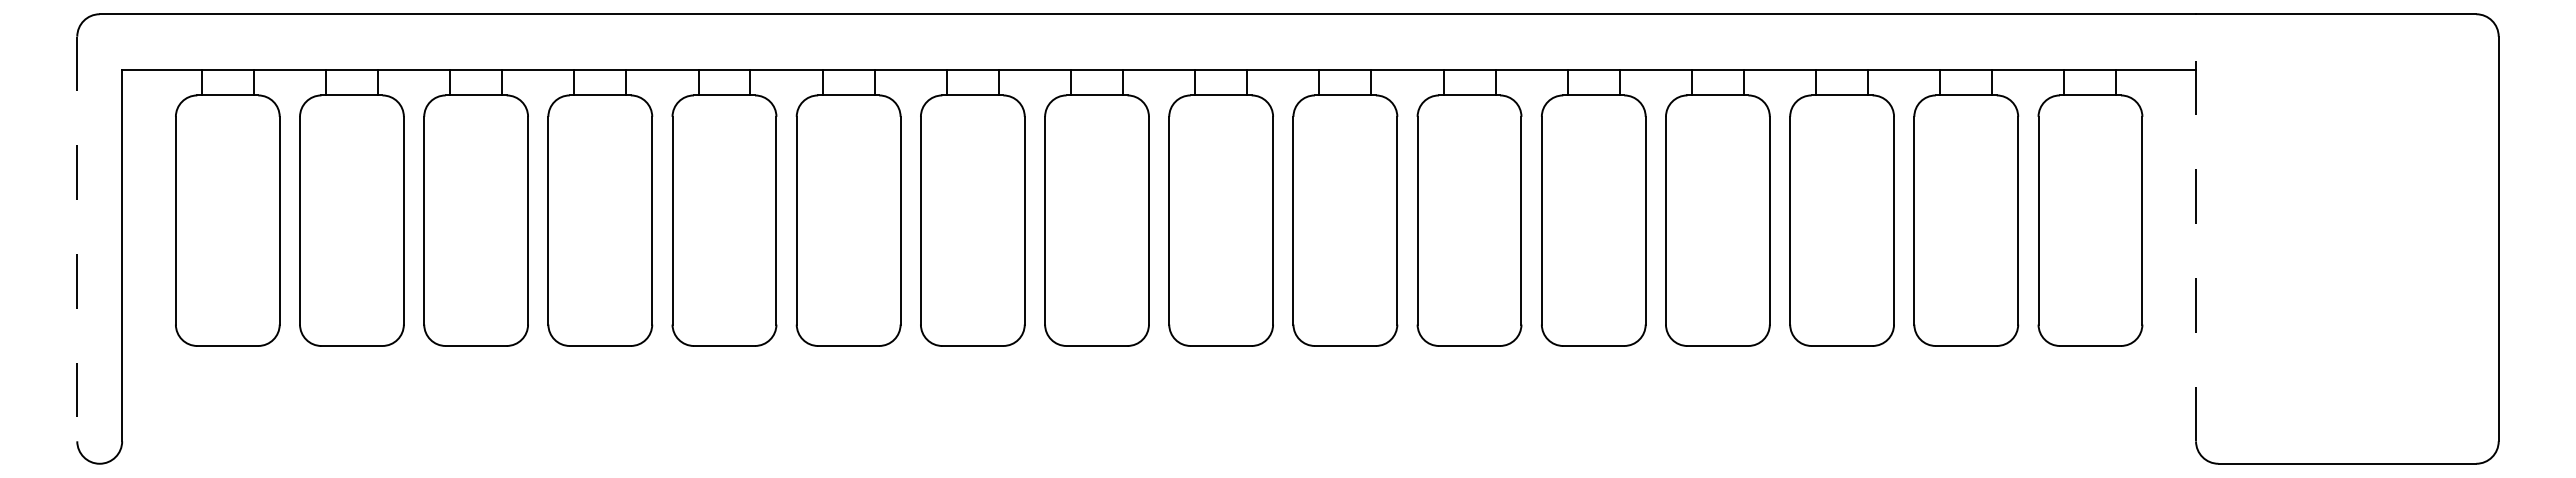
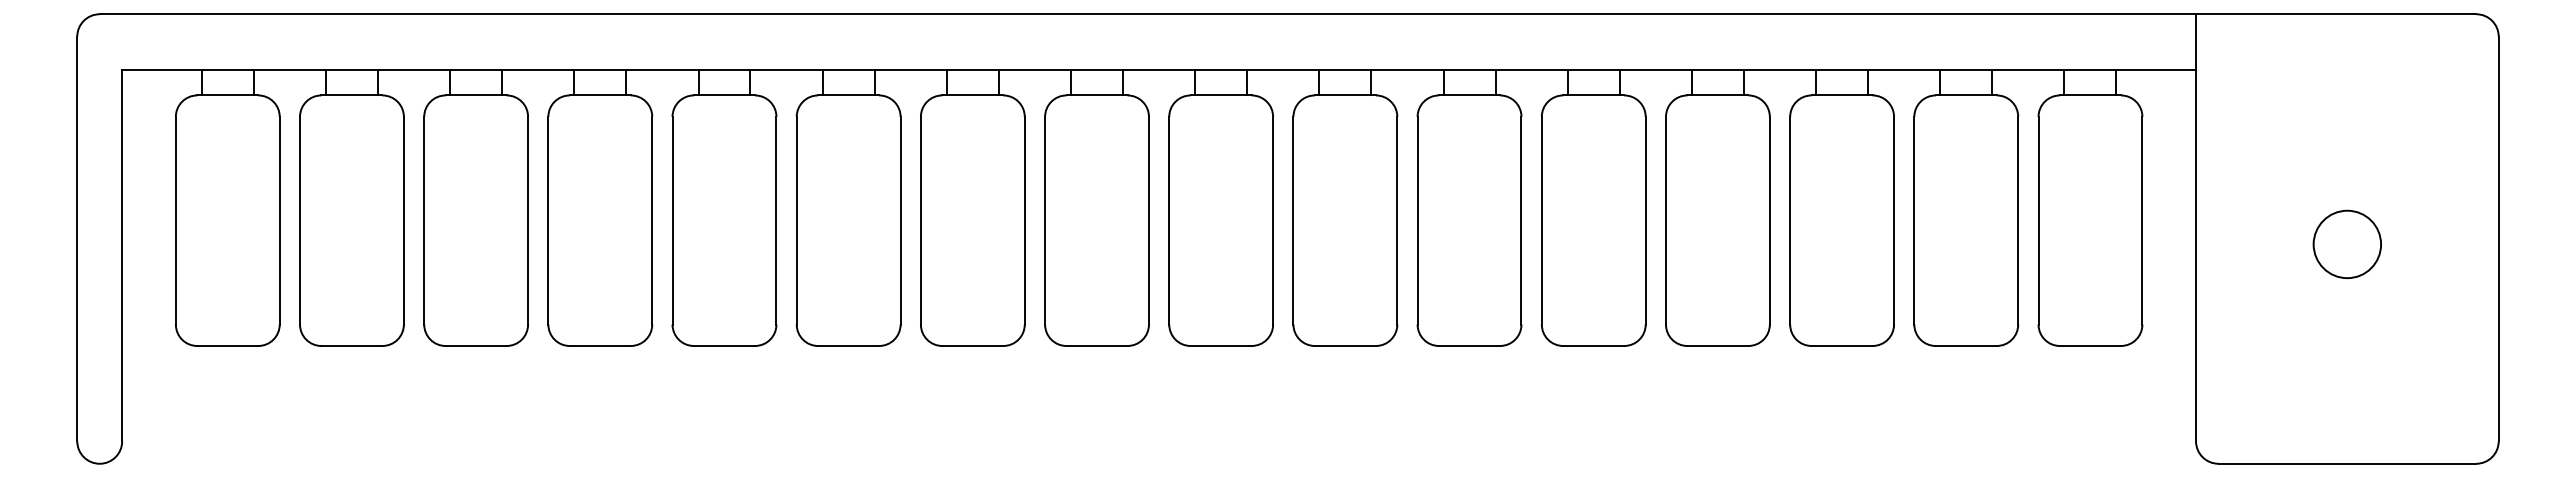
line at (2196, 227): dashed -> solid
line at (77, 239): dashed -> solid
circle at (2346, 244): none -> present
